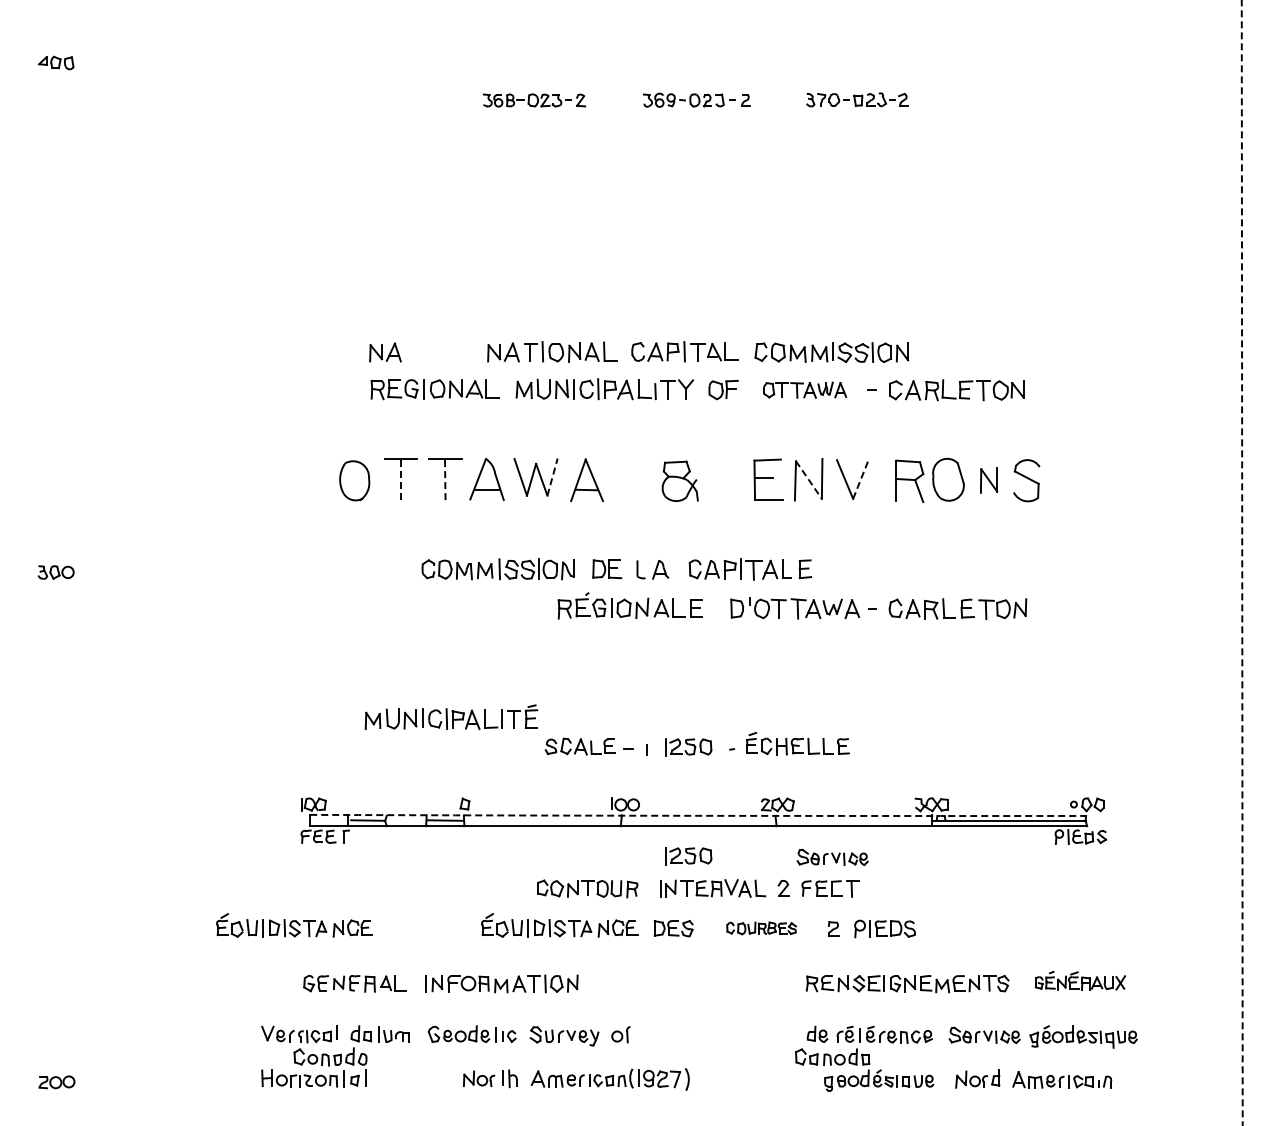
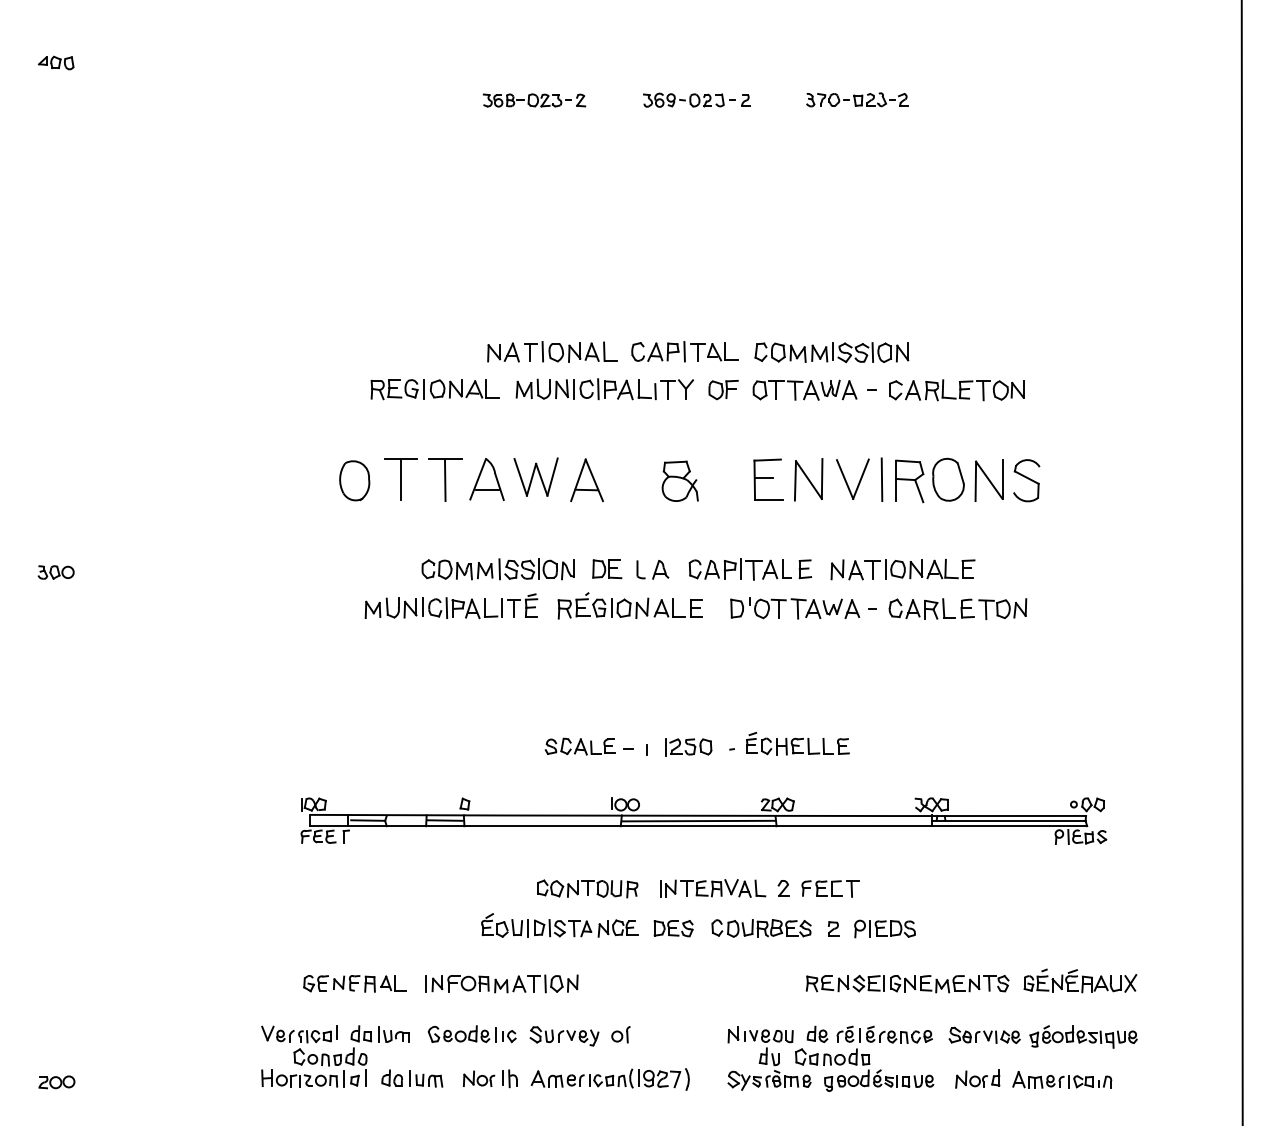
part at (385, 352): present -> none
part at (805, 389) size: 85x18 px -> 106x22 px
line at (552, 476): dashed -> solid
line at (861, 478): dashed -> solid
line at (881, 479): none -> present
line at (401, 480): dashed -> solid
line at (808, 480): dashed -> solid
part at (989, 480) size: 19x27 px -> 30x43 px
line at (445, 481): dashed -> solid
line at (1242, 563): dashed -> solid
part at (902, 569): none -> present
part at (451, 717) position: (451, 717) -> (451, 606)
arc at (698, 815): dashed -> solid
line at (698, 820): none -> present
part at (688, 856): present -> none
part at (832, 856): present -> none
part at (294, 925): present -> none
part at (761, 928) size: 71x15 px -> 101x19 px
part at (1079, 980) size: 92x20 px -> 115x26 px
part at (769, 1058): none -> present
part at (412, 1078): none -> present
